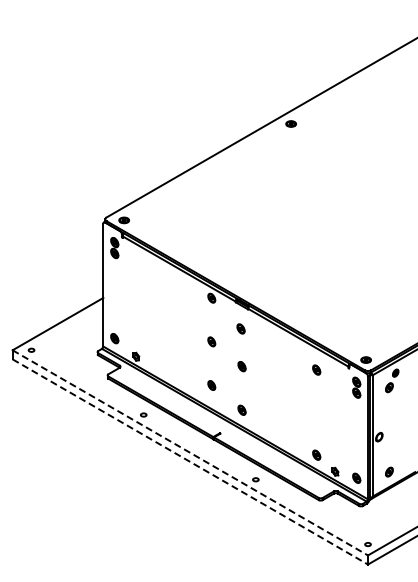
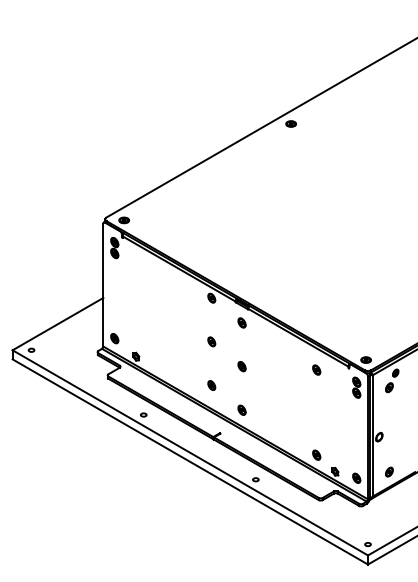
part at (240, 328) position: (240, 328) -> (241, 322)
line at (190, 453): dashed -> solid
line at (190, 462): dashed -> solid
